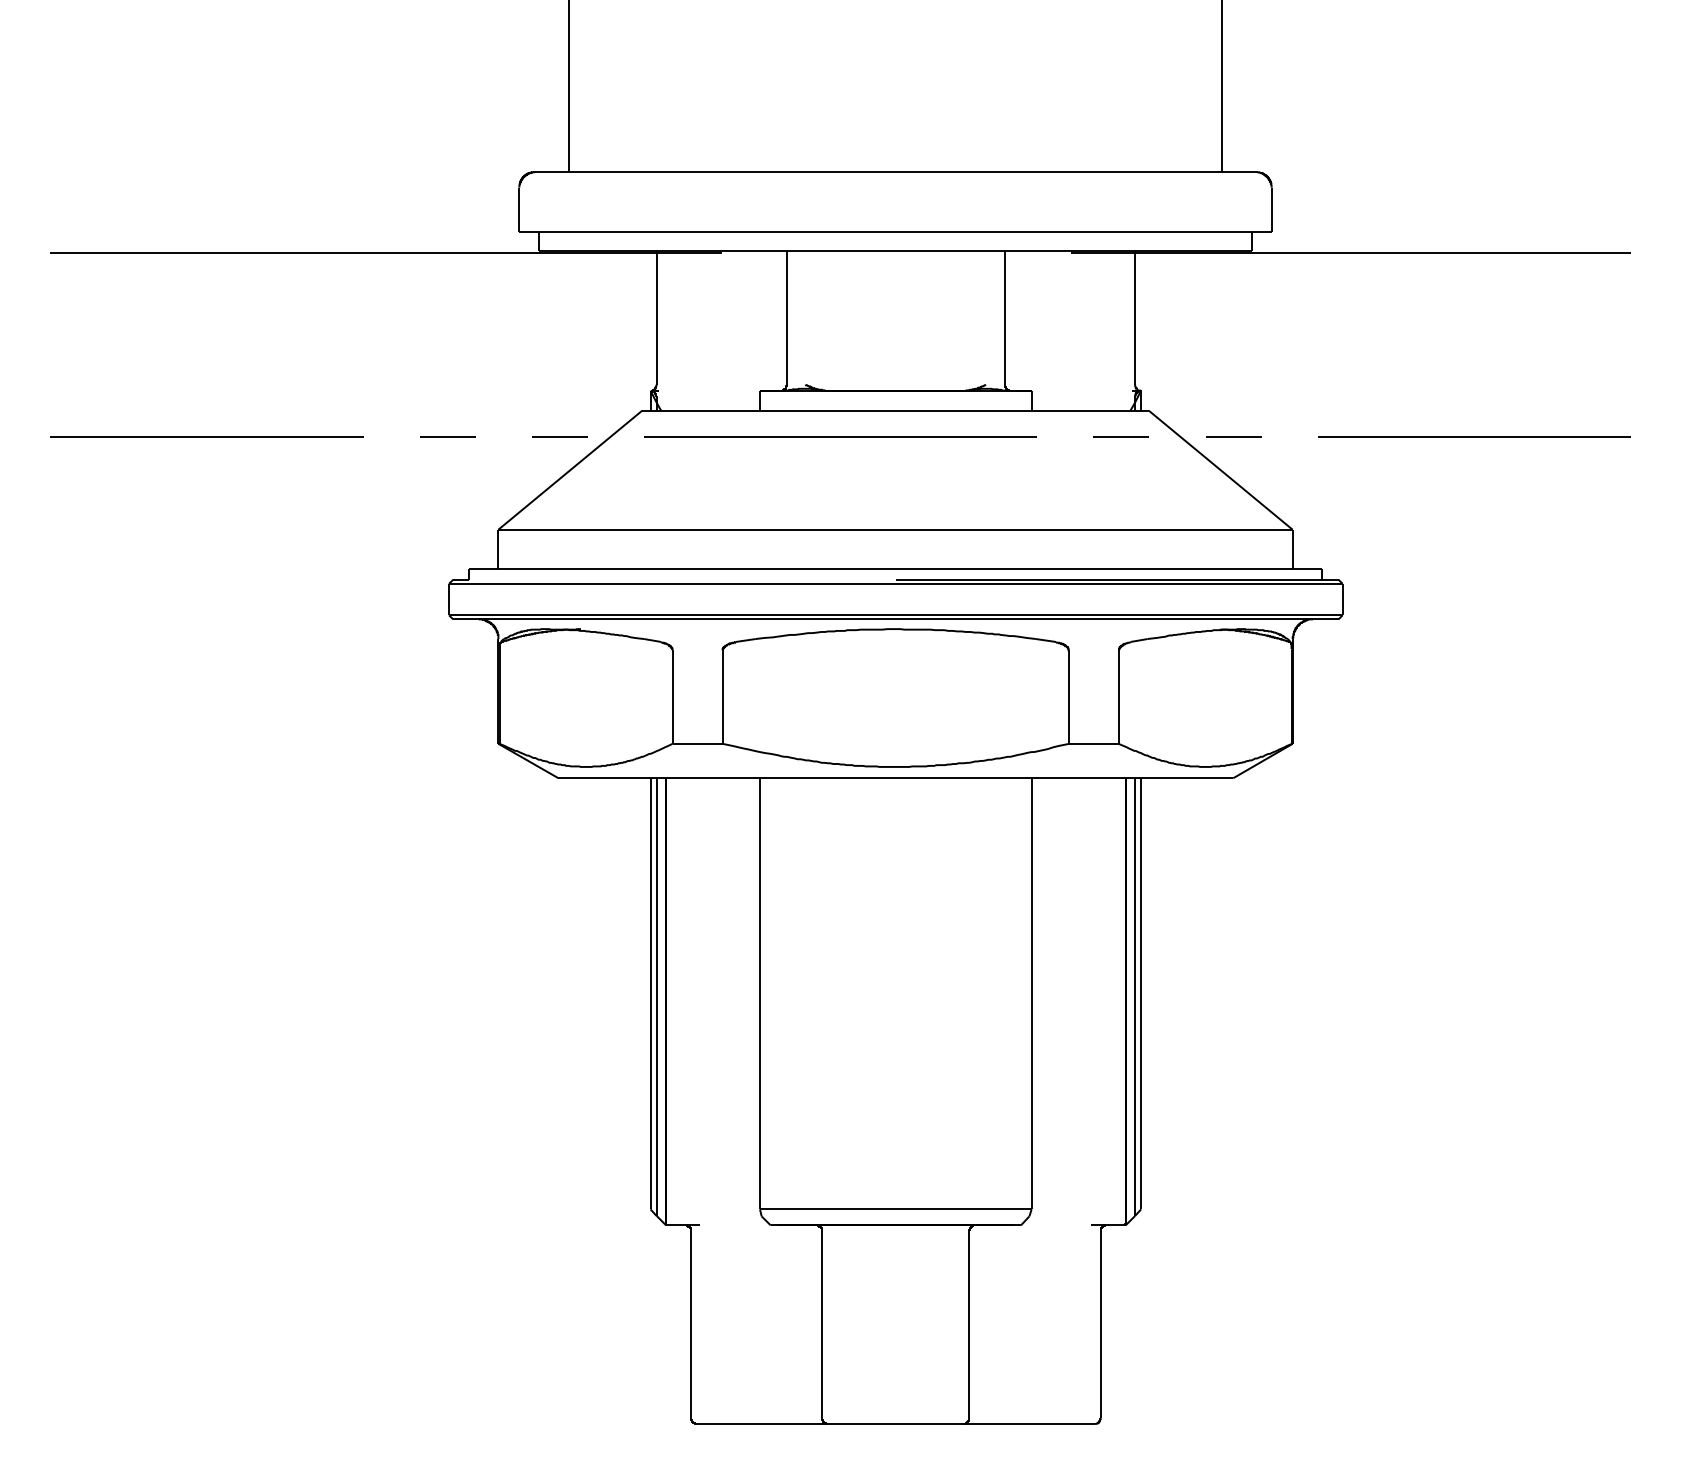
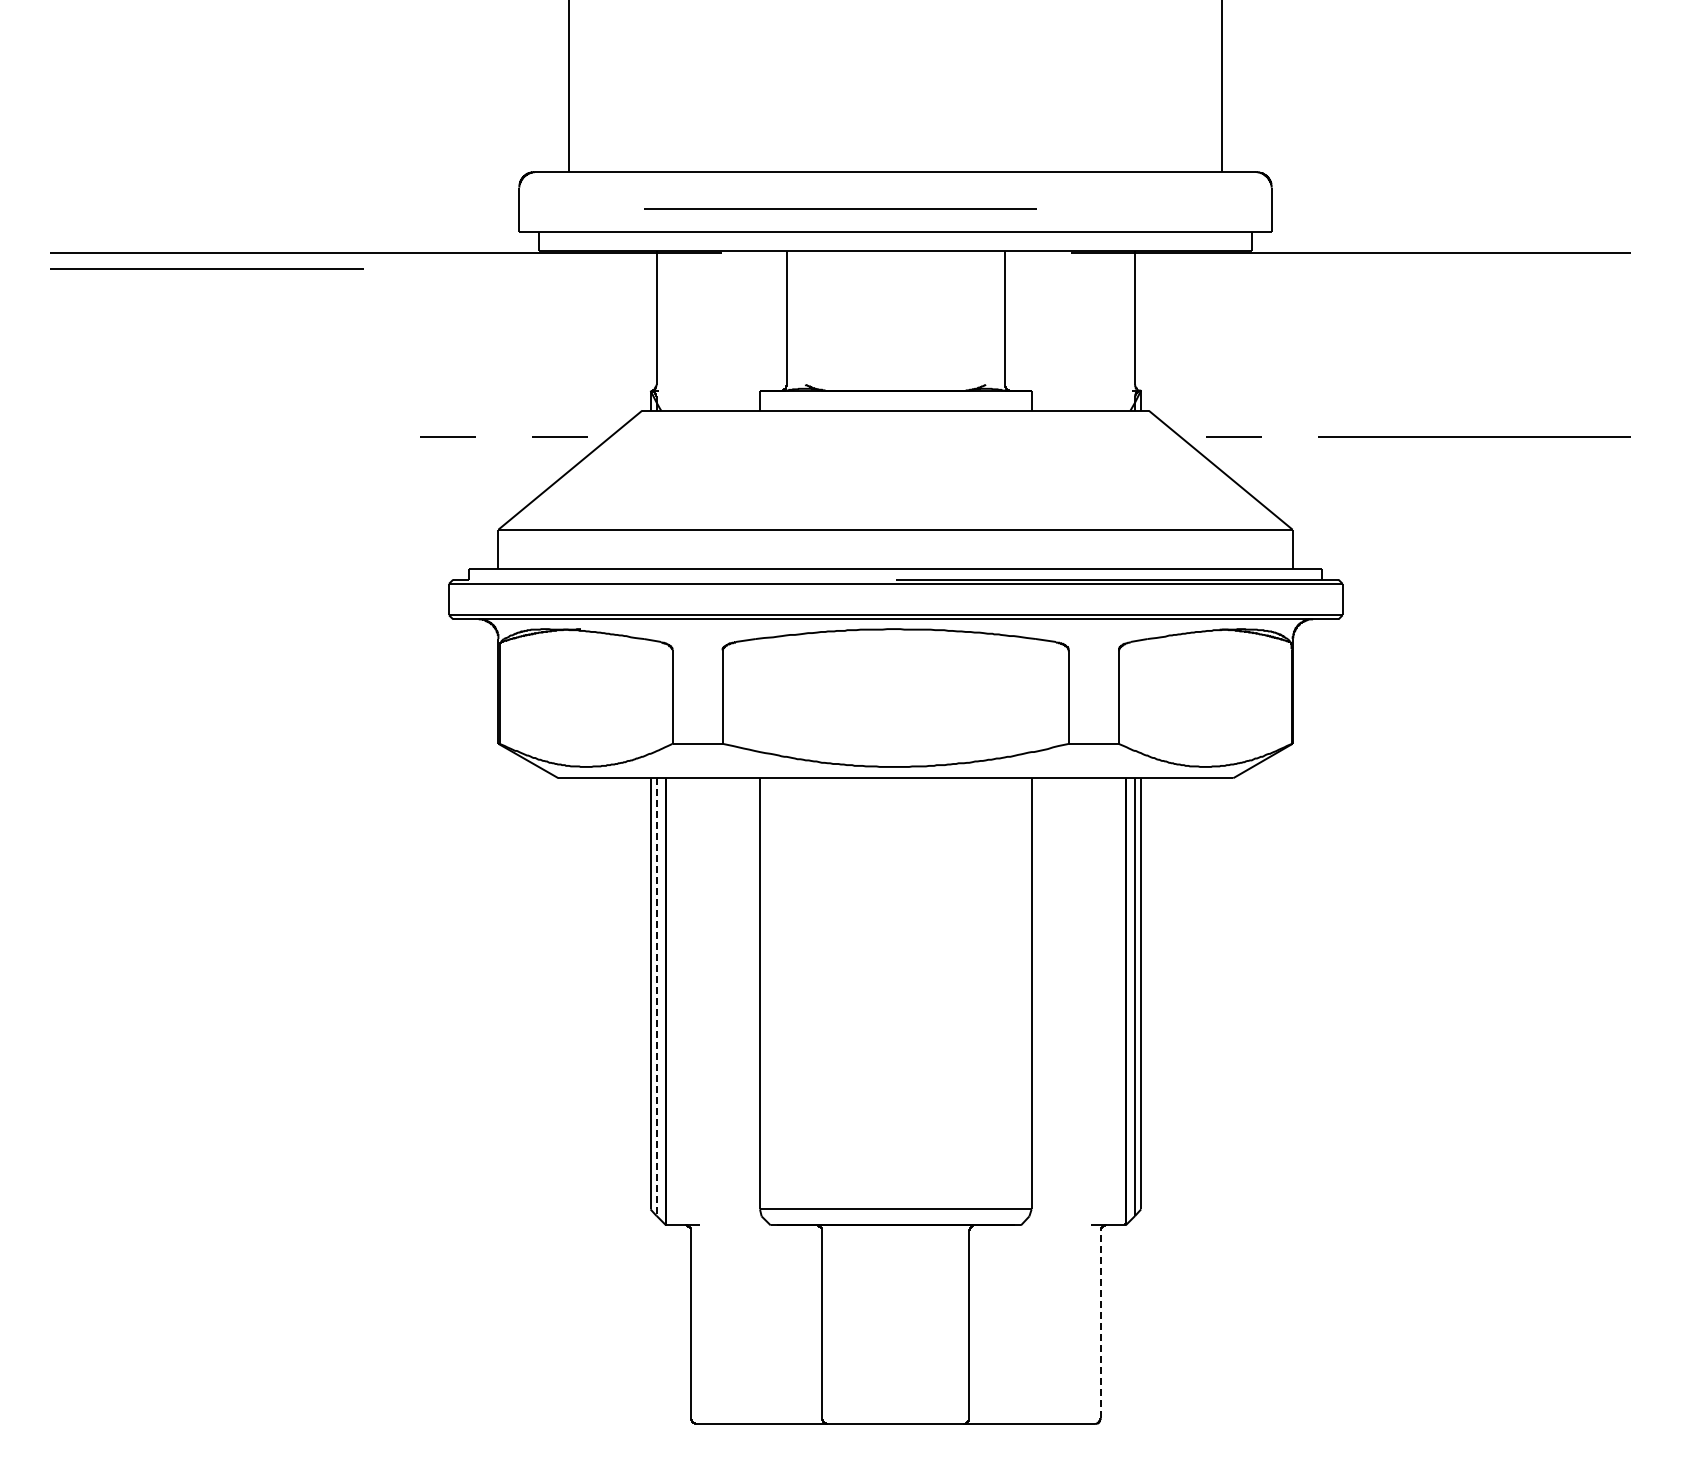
line at (206, 436) position: (206, 436) -> (206, 268)
line at (840, 436) position: (840, 436) -> (840, 208)
line at (1120, 436): present -> none
line at (656, 997): solid -> dashed
line at (1100, 1324): solid -> dashed
